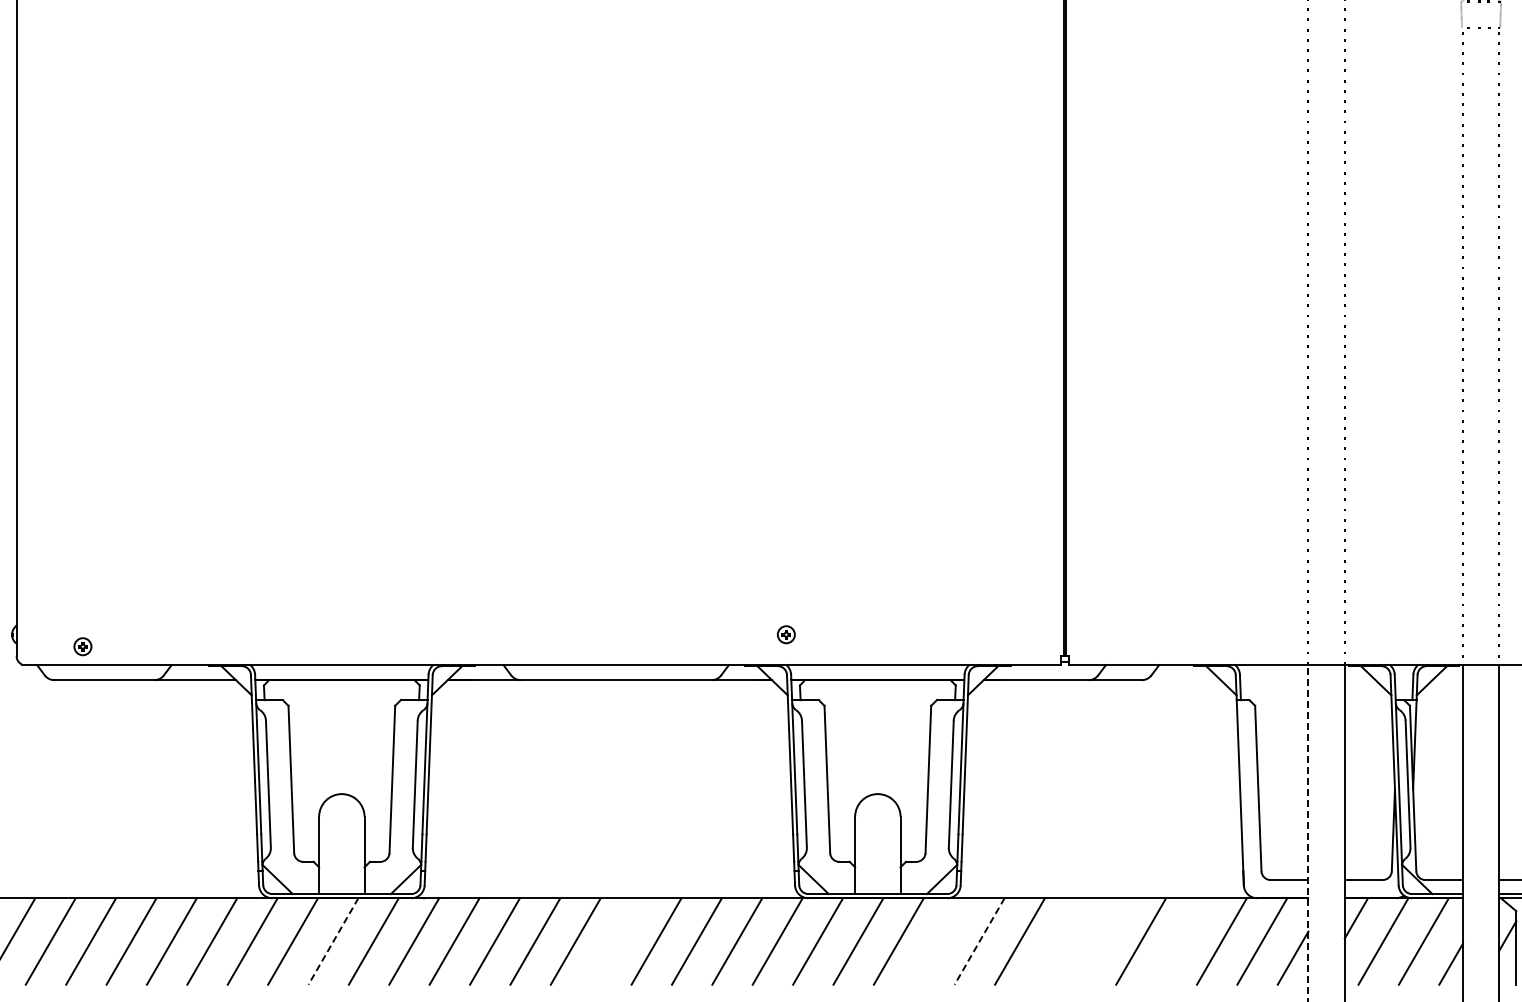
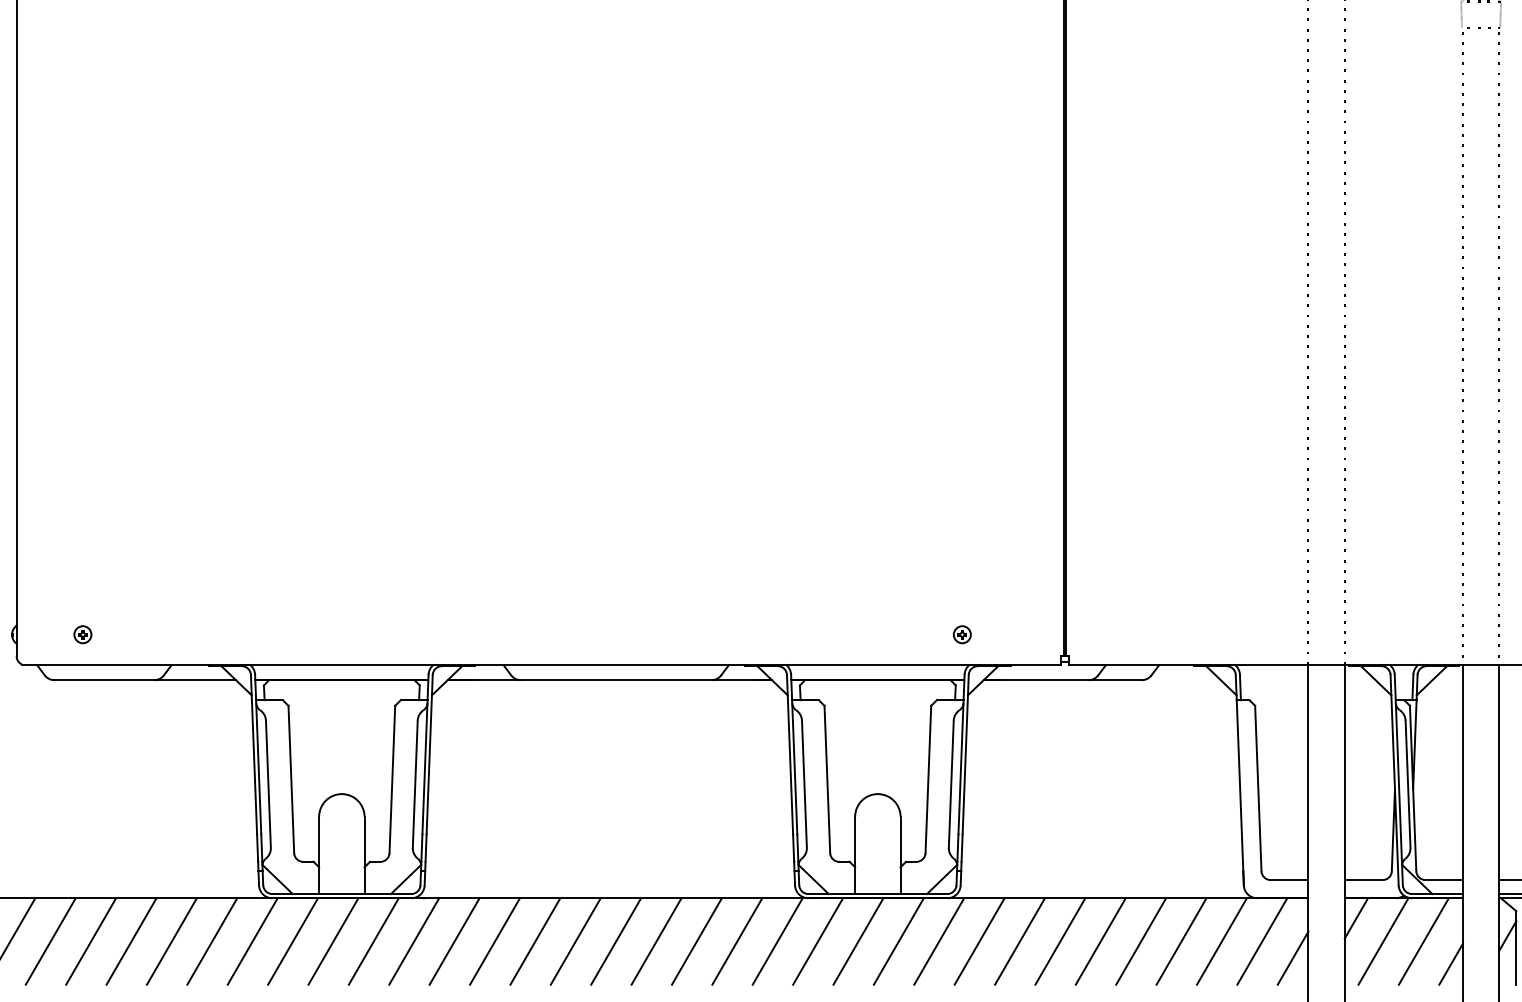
part at (786, 634) position: (786, 634) -> (962, 634)
part at (82, 646) position: (82, 646) -> (82, 634)
line at (1308, 832): dashed -> solid
line at (333, 941): dashed -> solid
line at (616, 941): none -> present
line at (939, 941): none -> present
line at (979, 941): dashed -> solid
line at (1060, 941): none -> present
line at (1100, 941): none -> present
line at (1181, 941): none -> present
